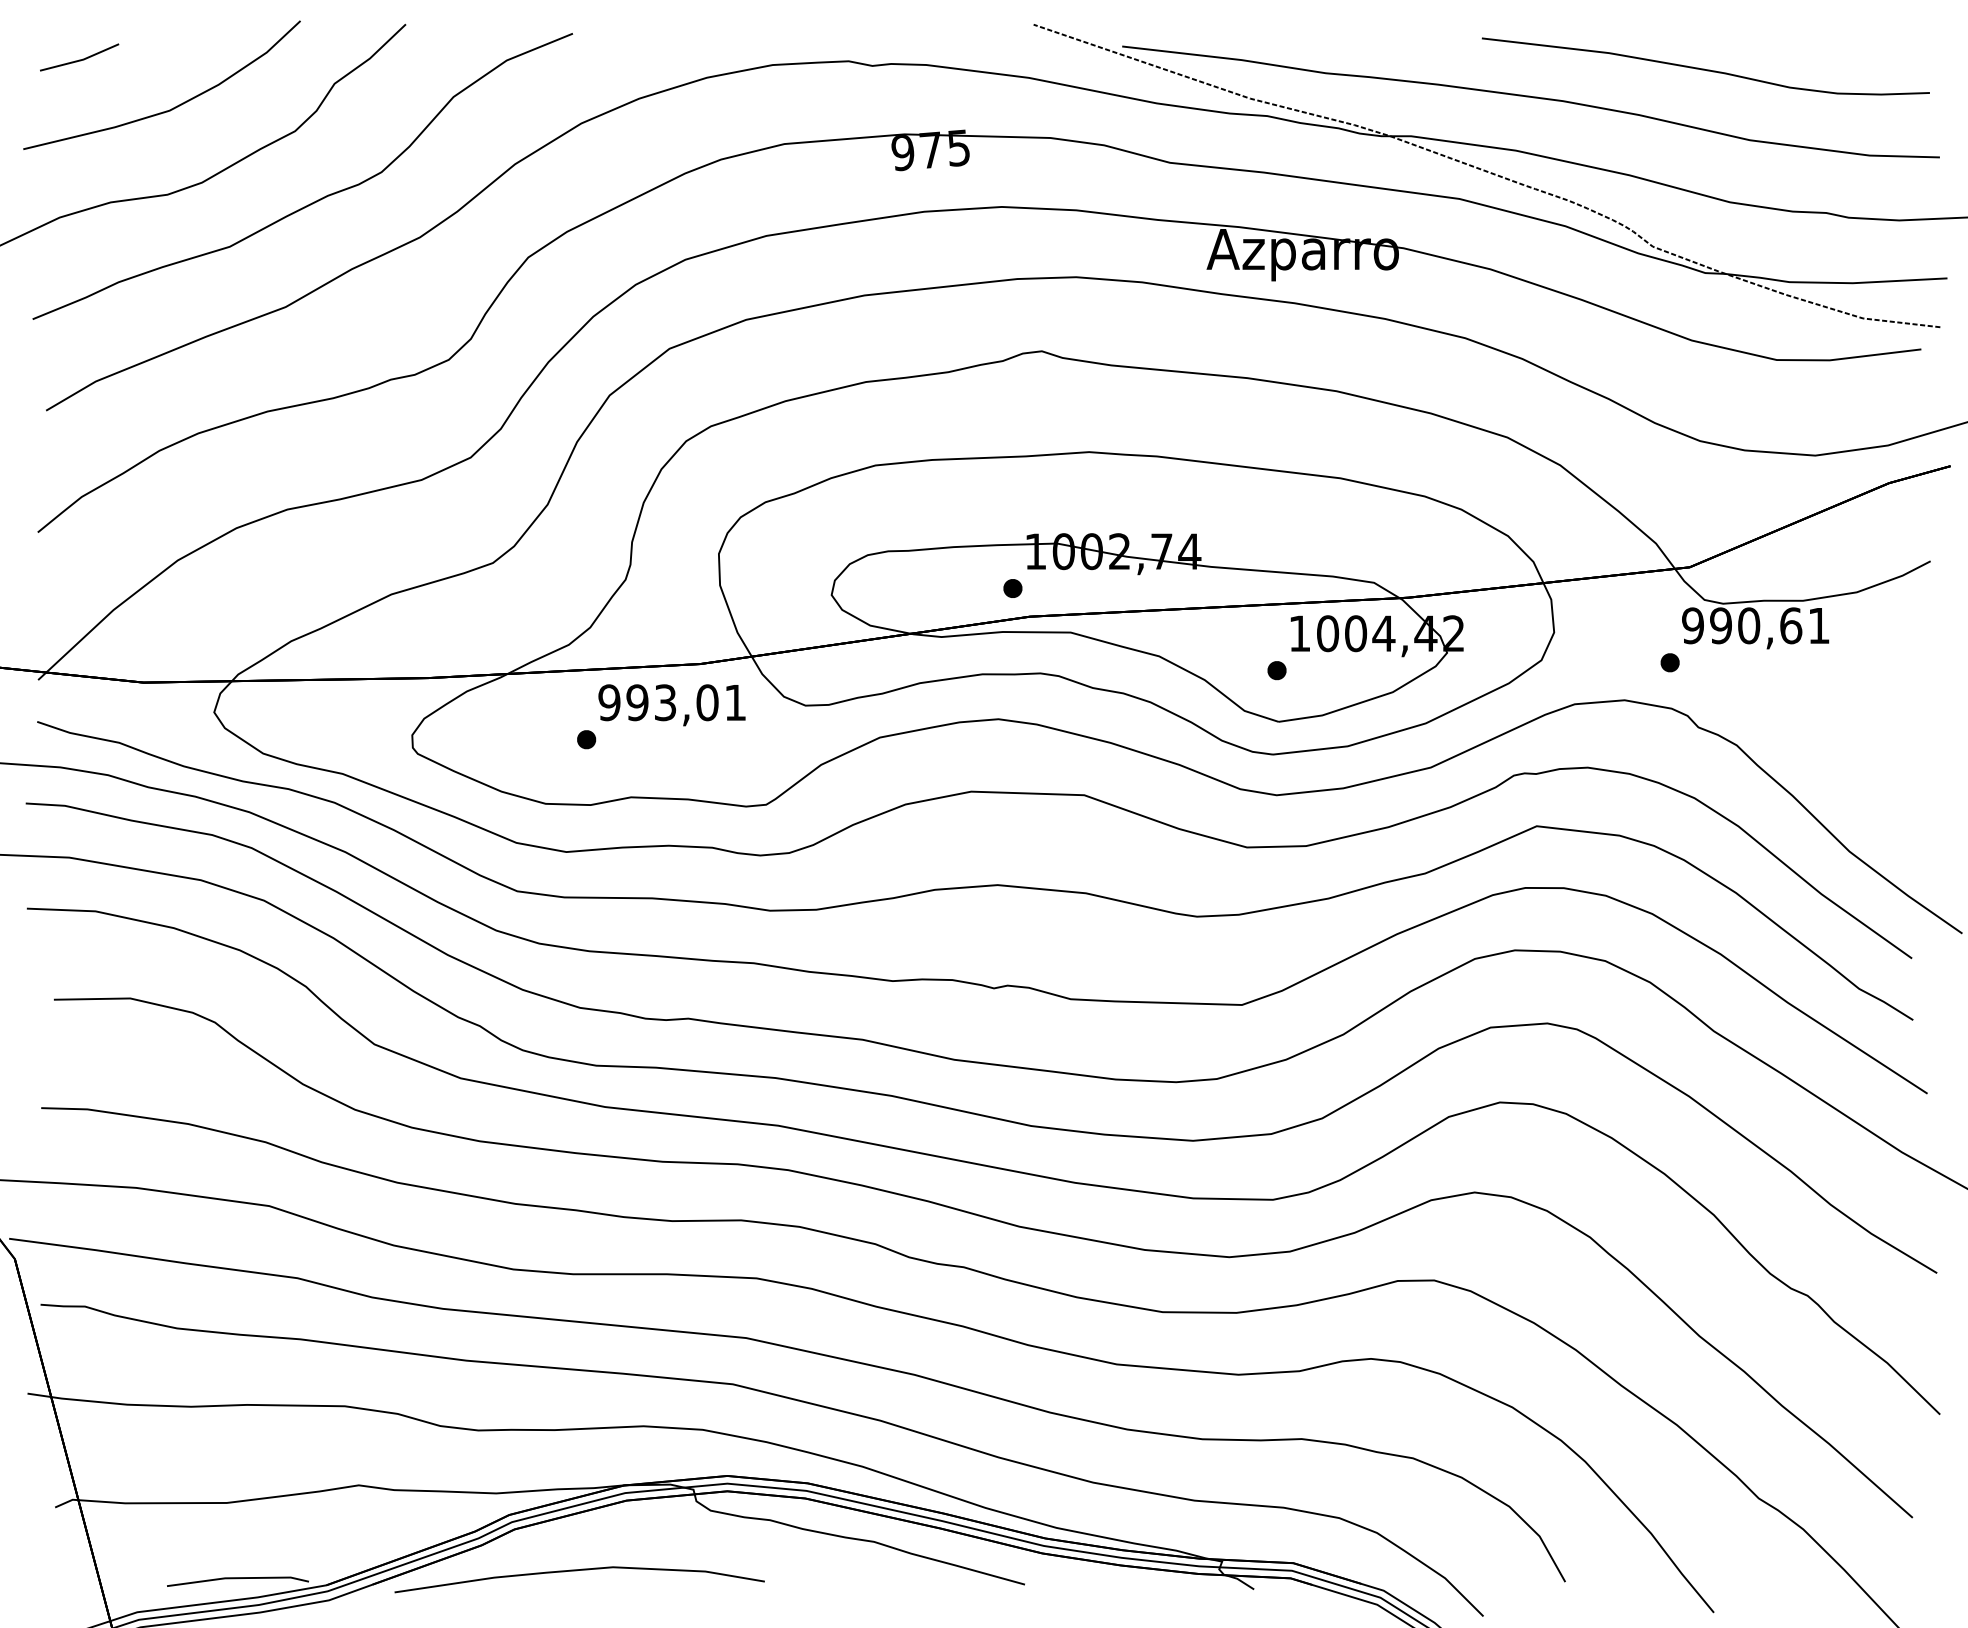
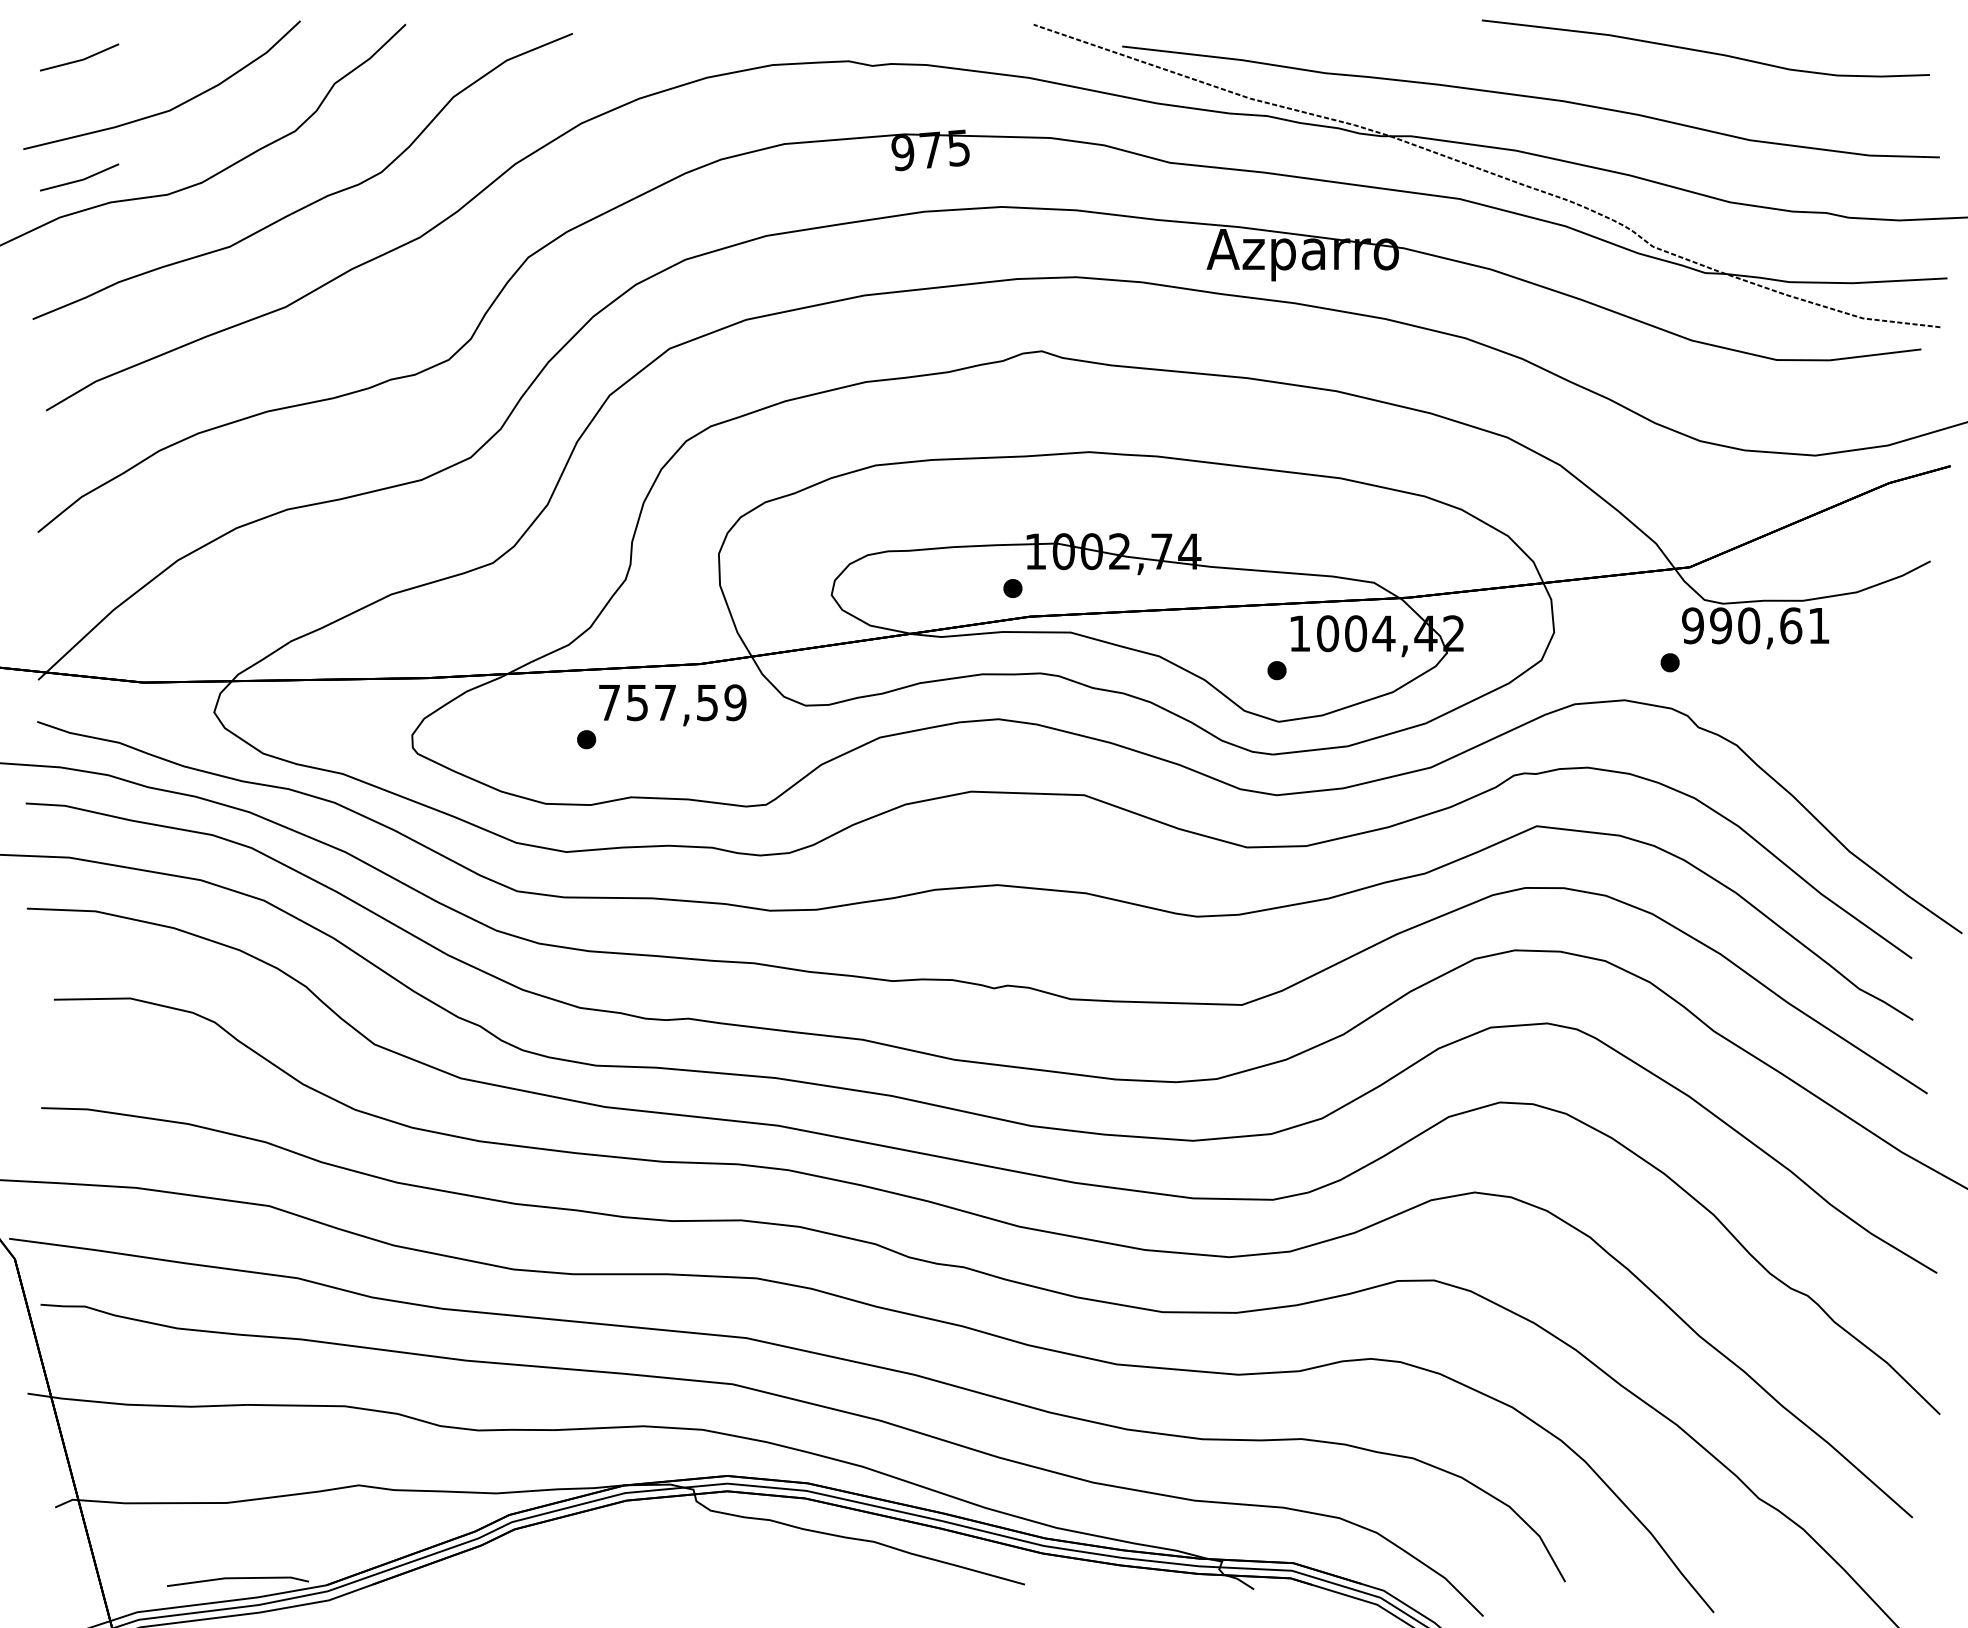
curve at (1704, 68) position: (1704, 68) -> (1704, 50)
line at (79, 179): none -> present
text at (672, 702): 993,01 -> 757,59
curve at (577, 1571): present -> none
